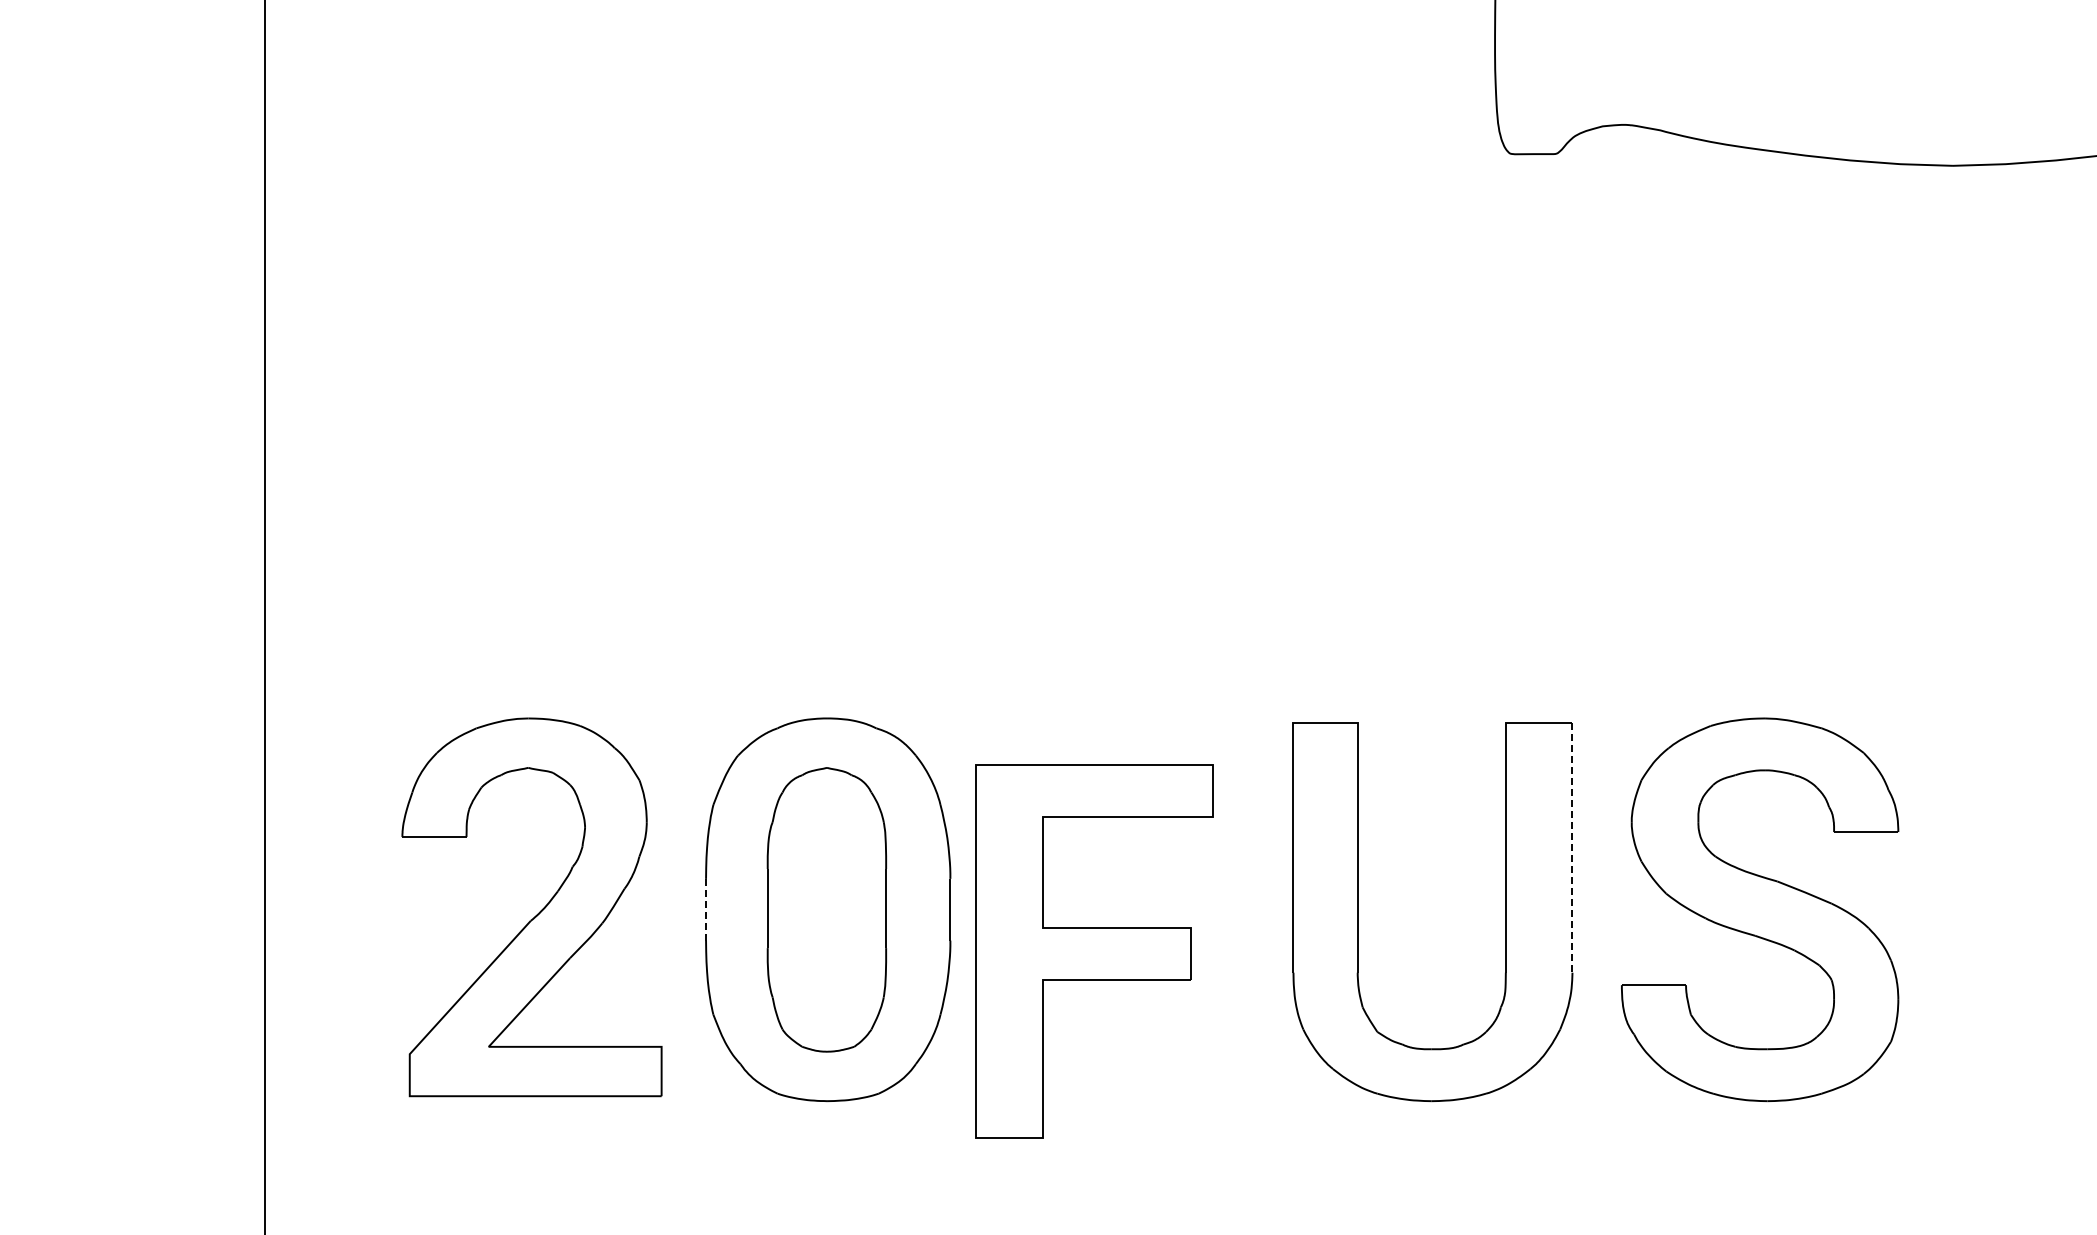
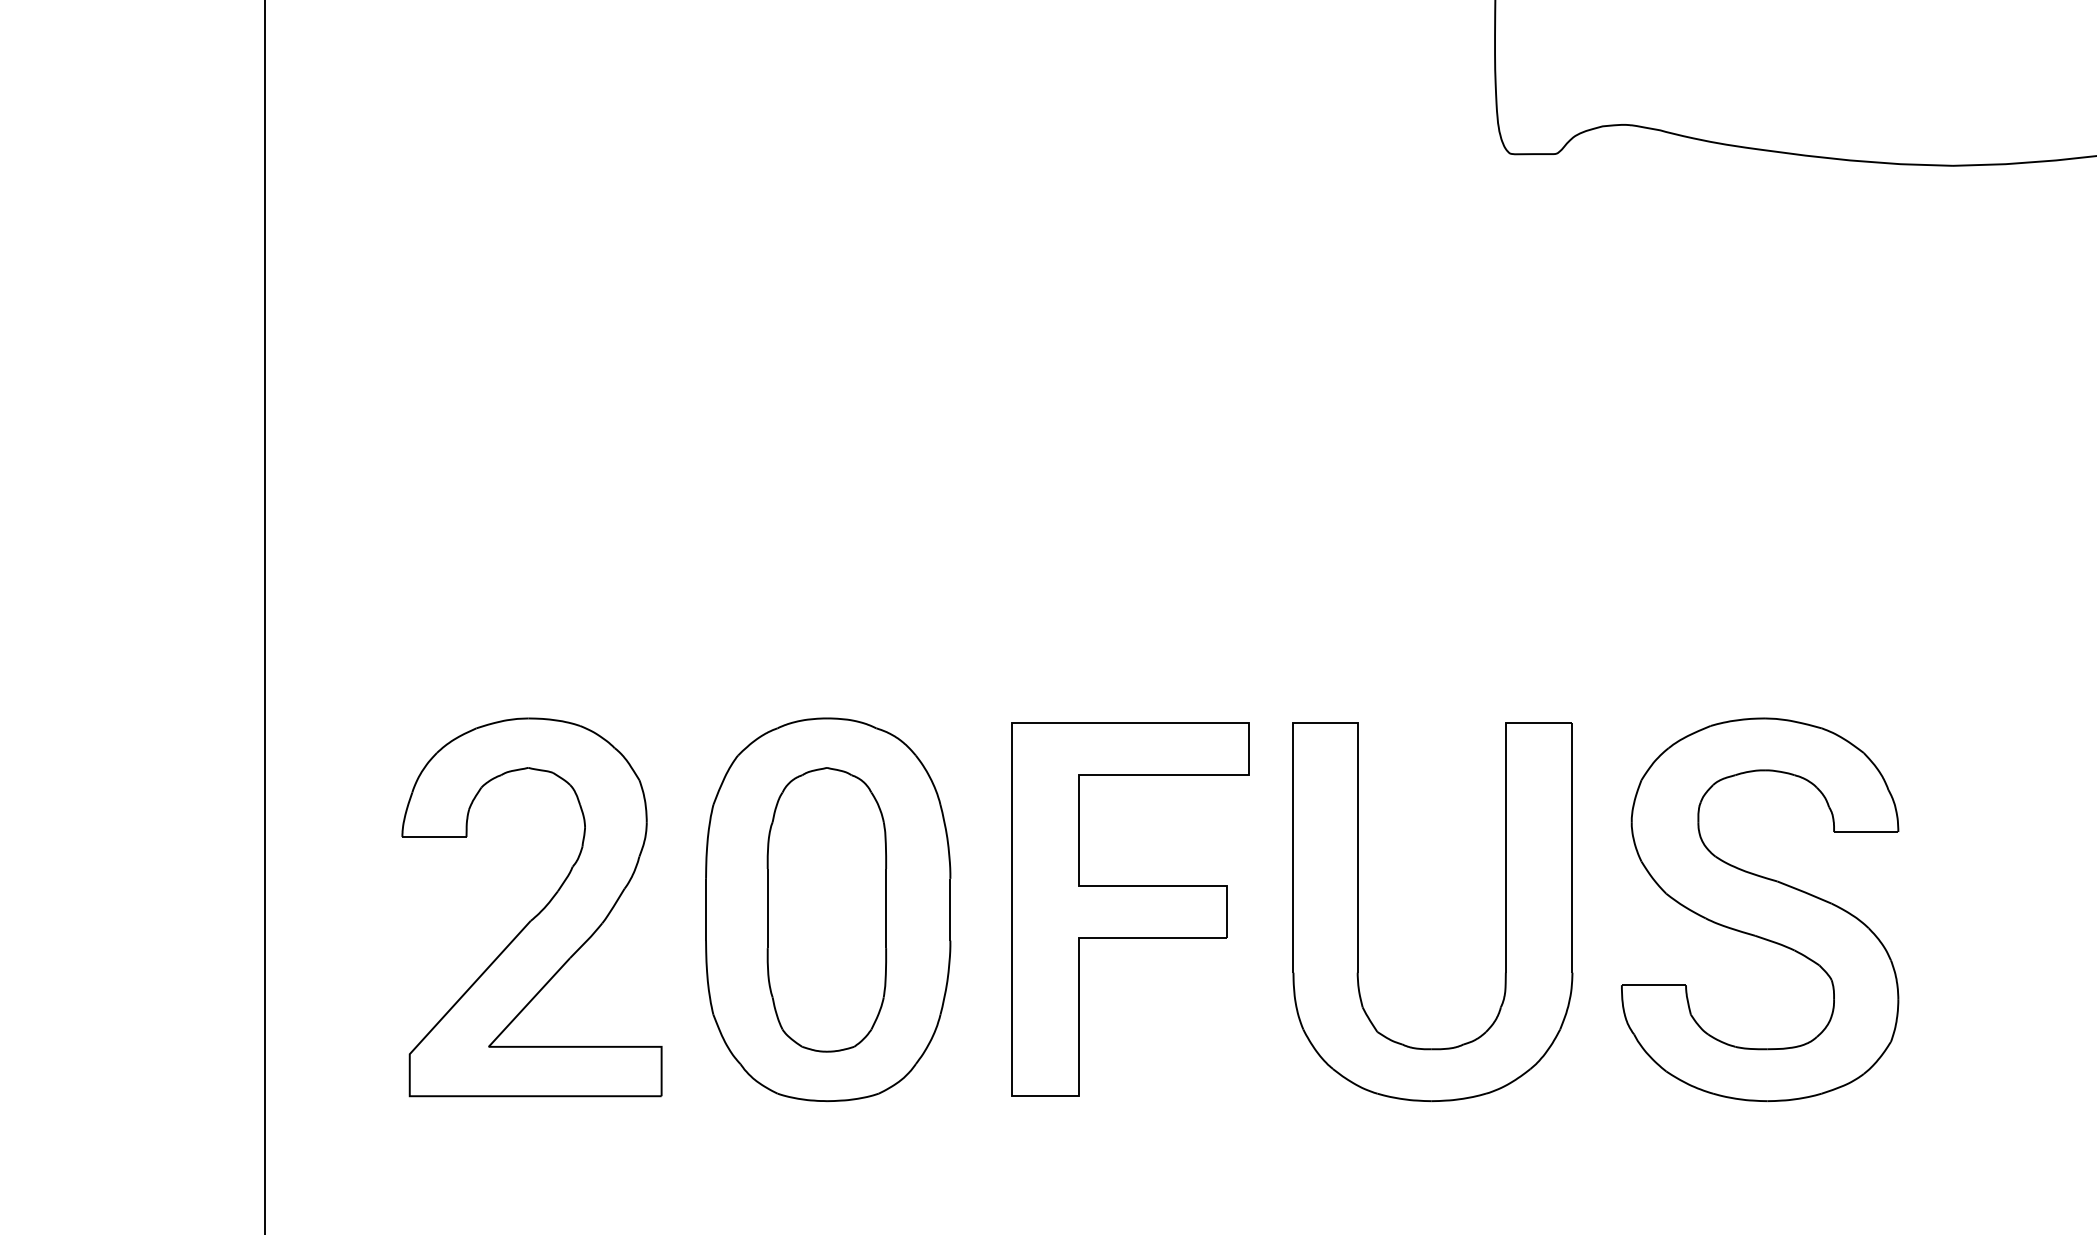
line at (1572, 848): dashed -> solid
line at (706, 909): dashed -> solid
part at (1094, 951) position: (1094, 951) -> (1130, 909)
